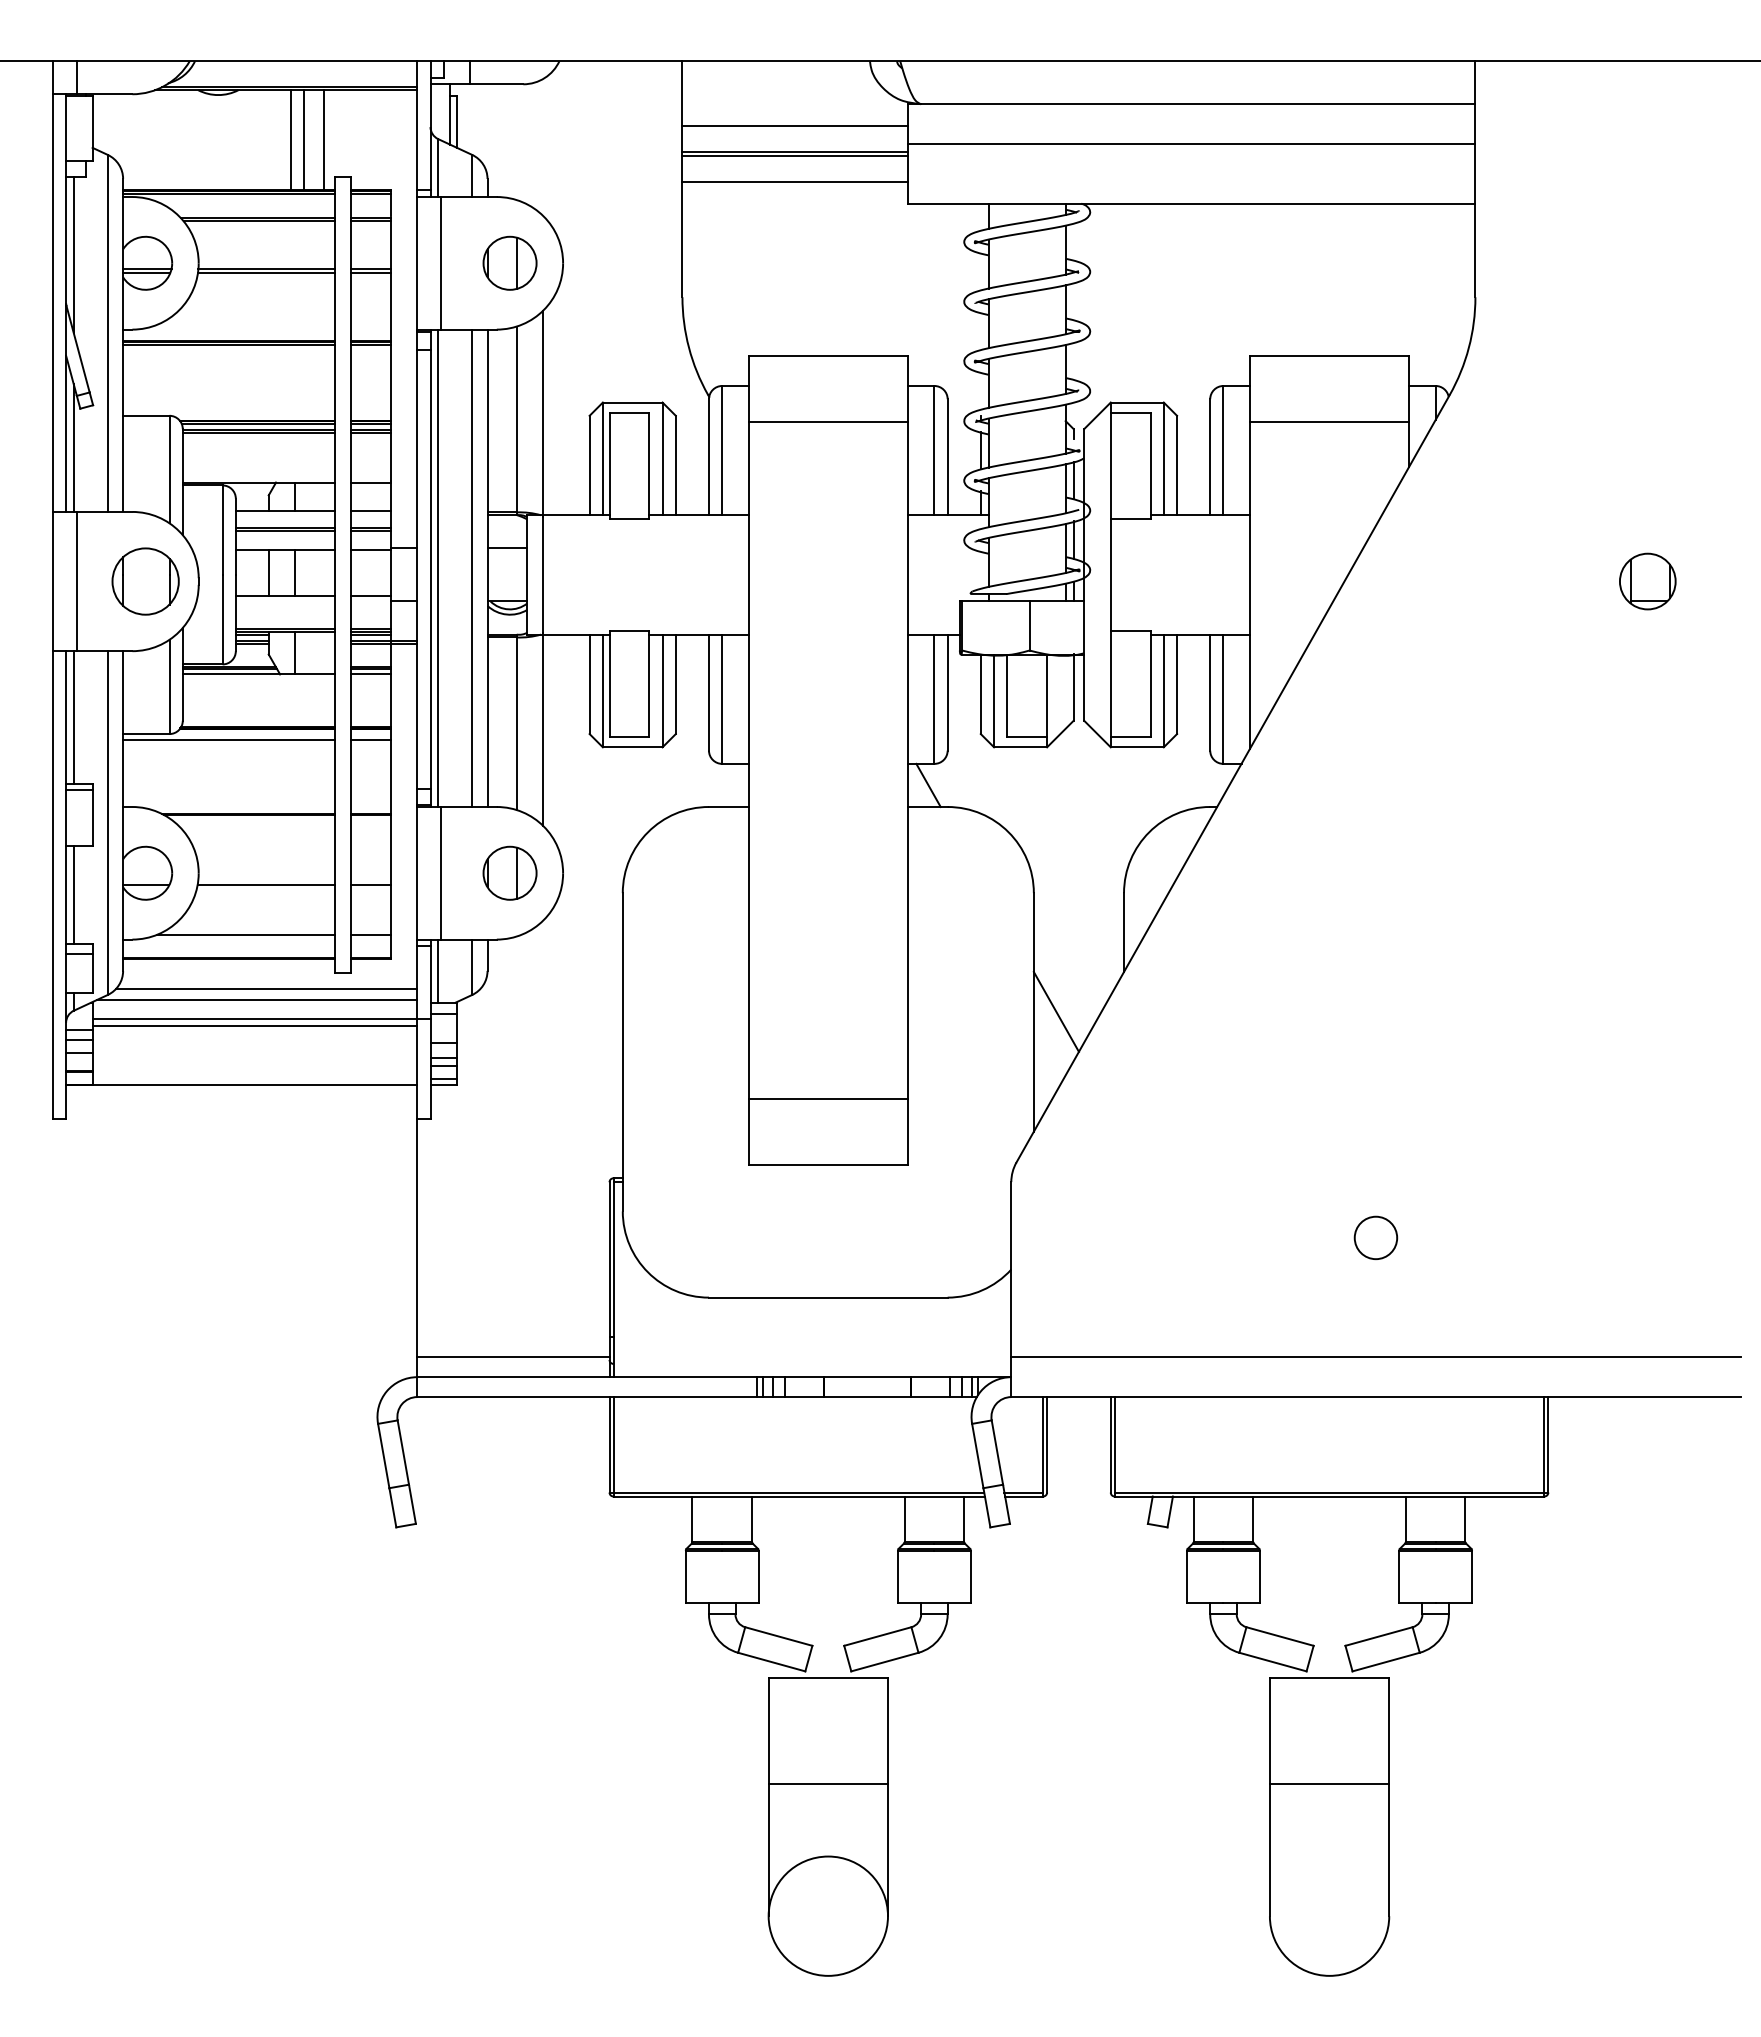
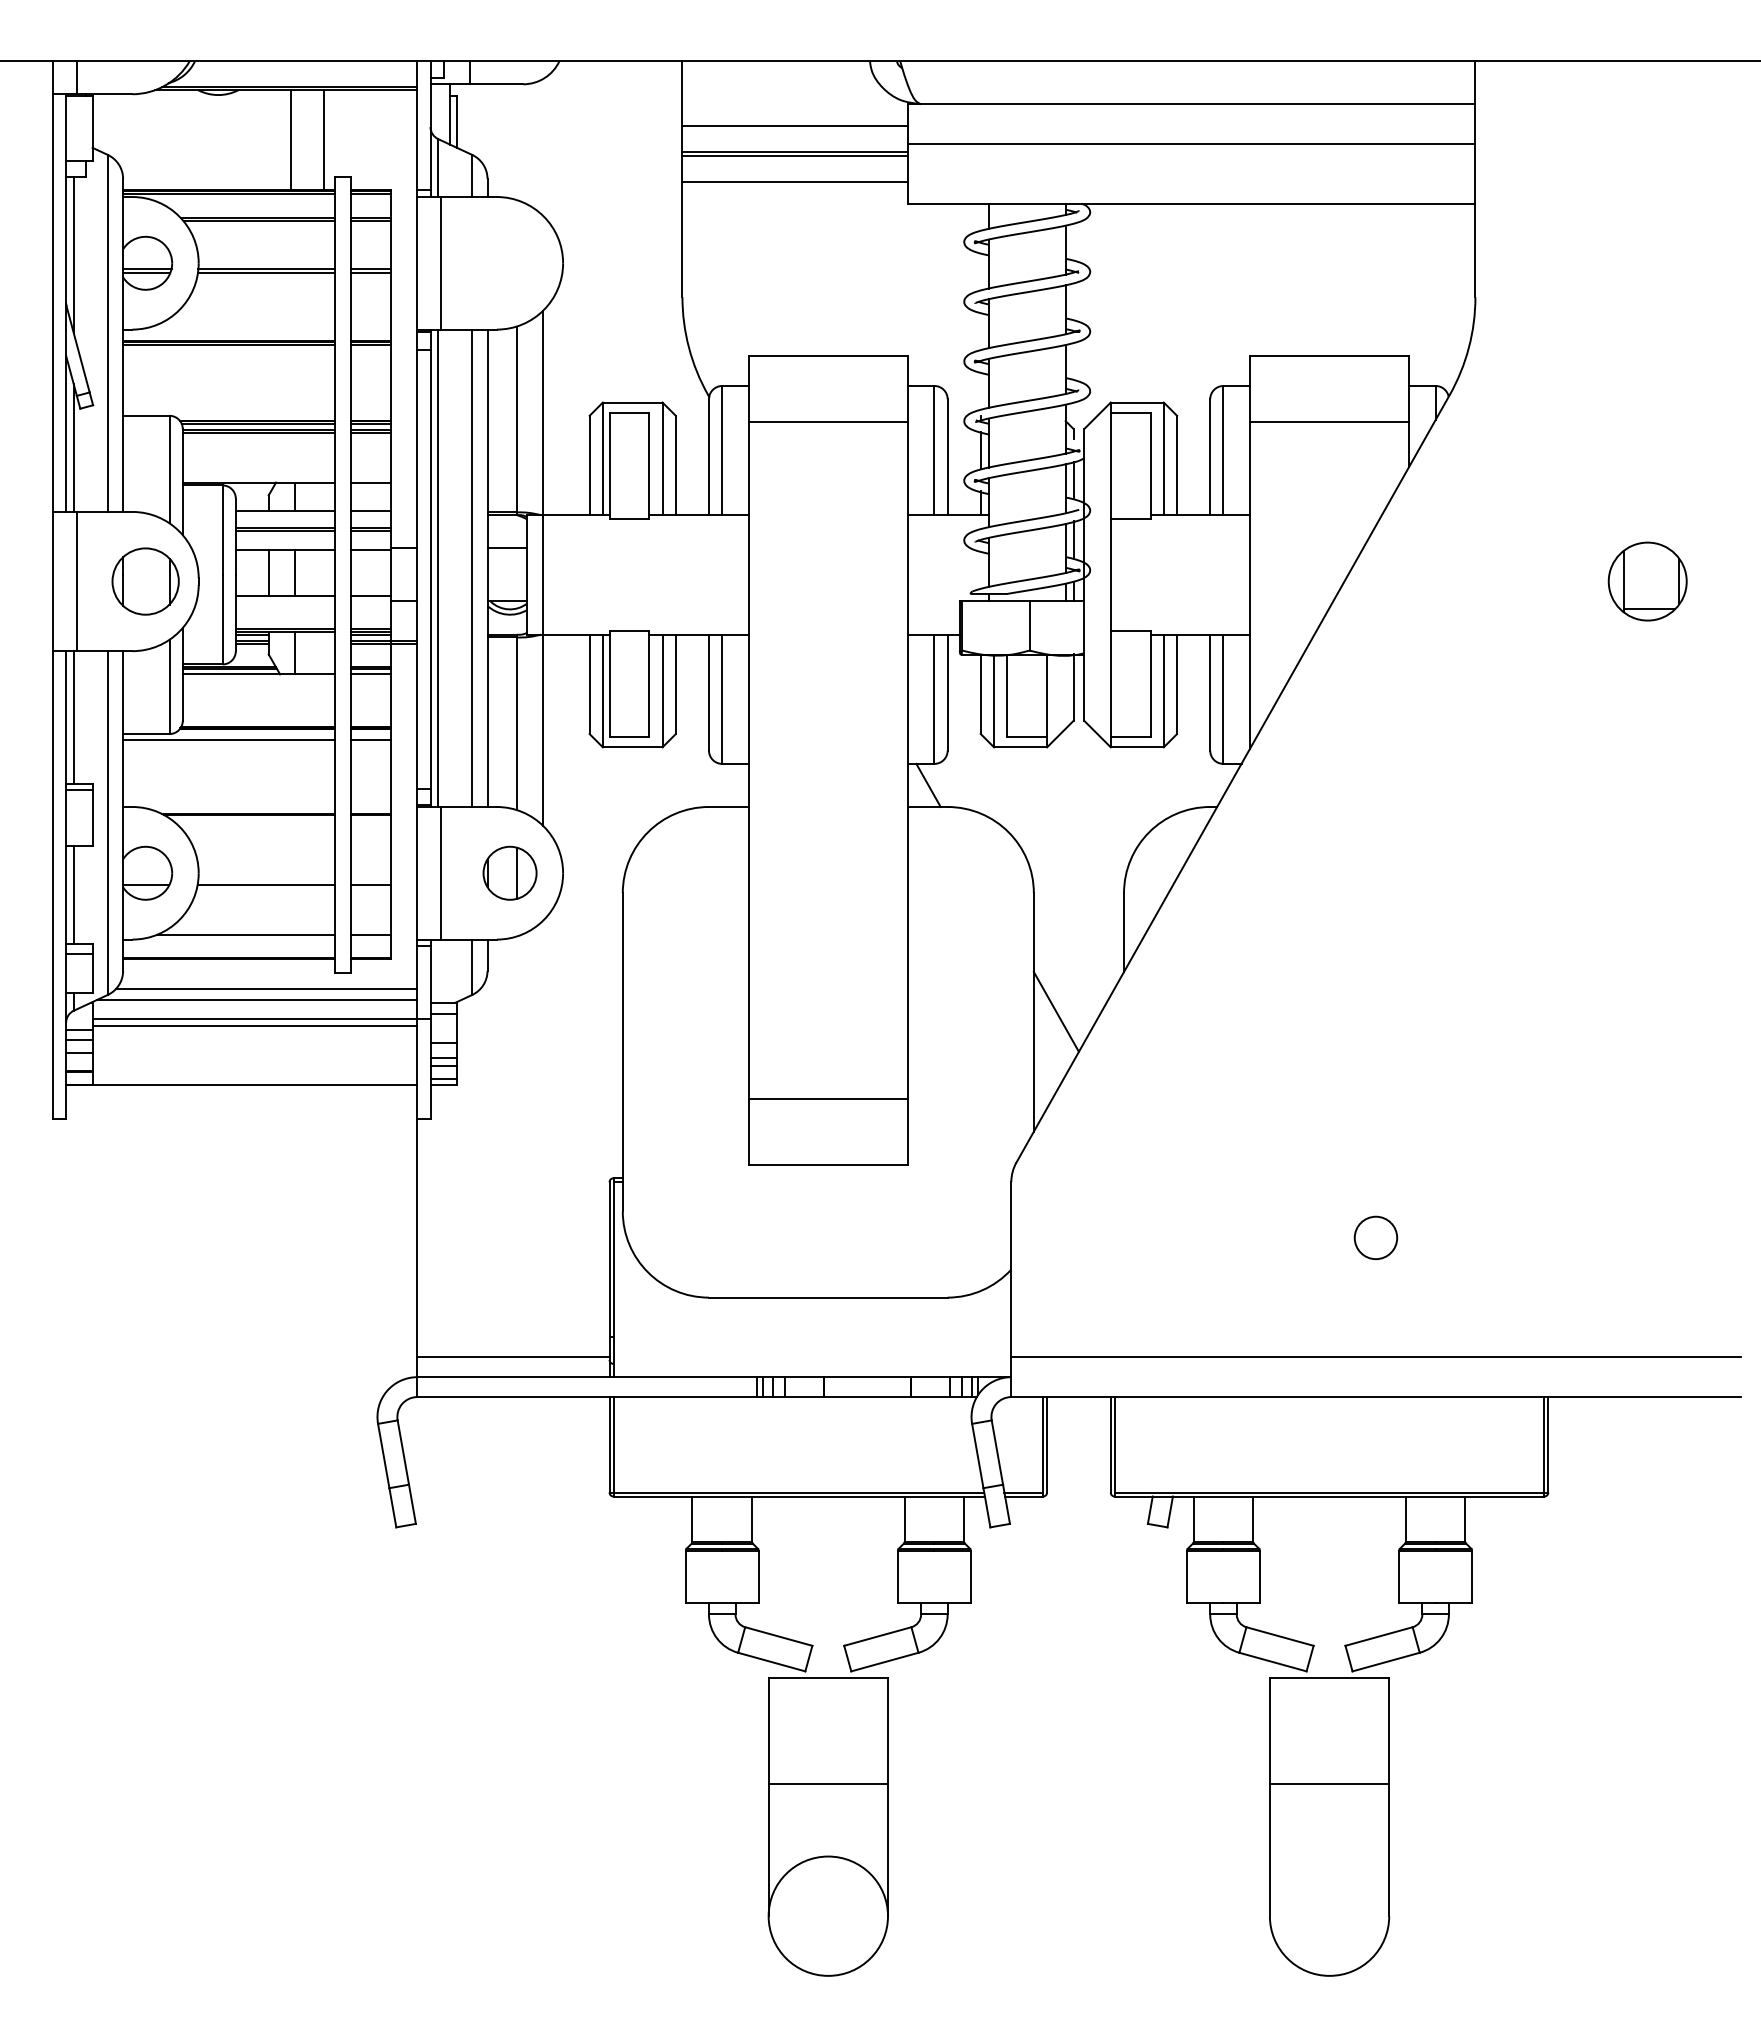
line at (304, 139): present -> none
part at (509, 262): present -> none
part at (1647, 581) size: 58x59 px -> 81x81 px
line at (438, 970): present -> none
